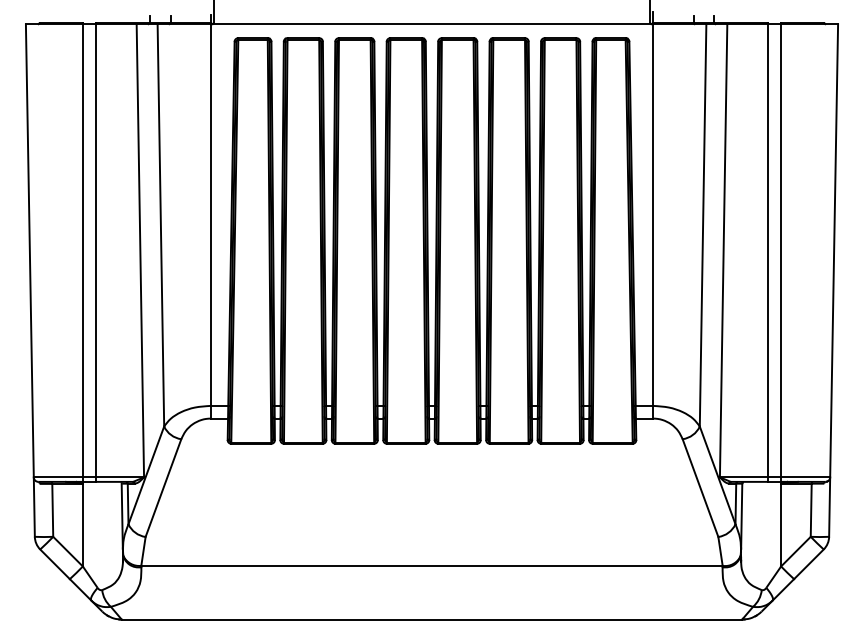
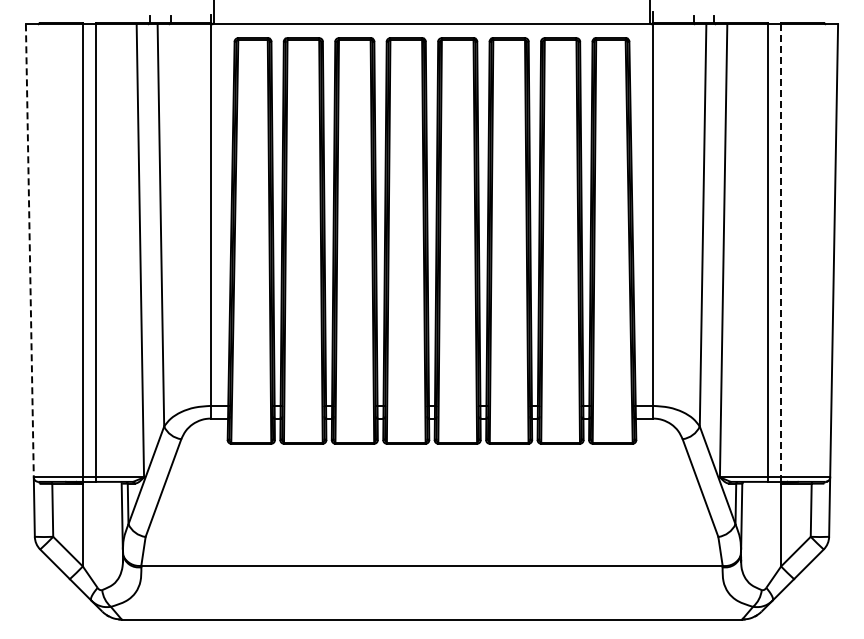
line at (29, 250): solid -> dashed
line at (781, 250): solid -> dashed
